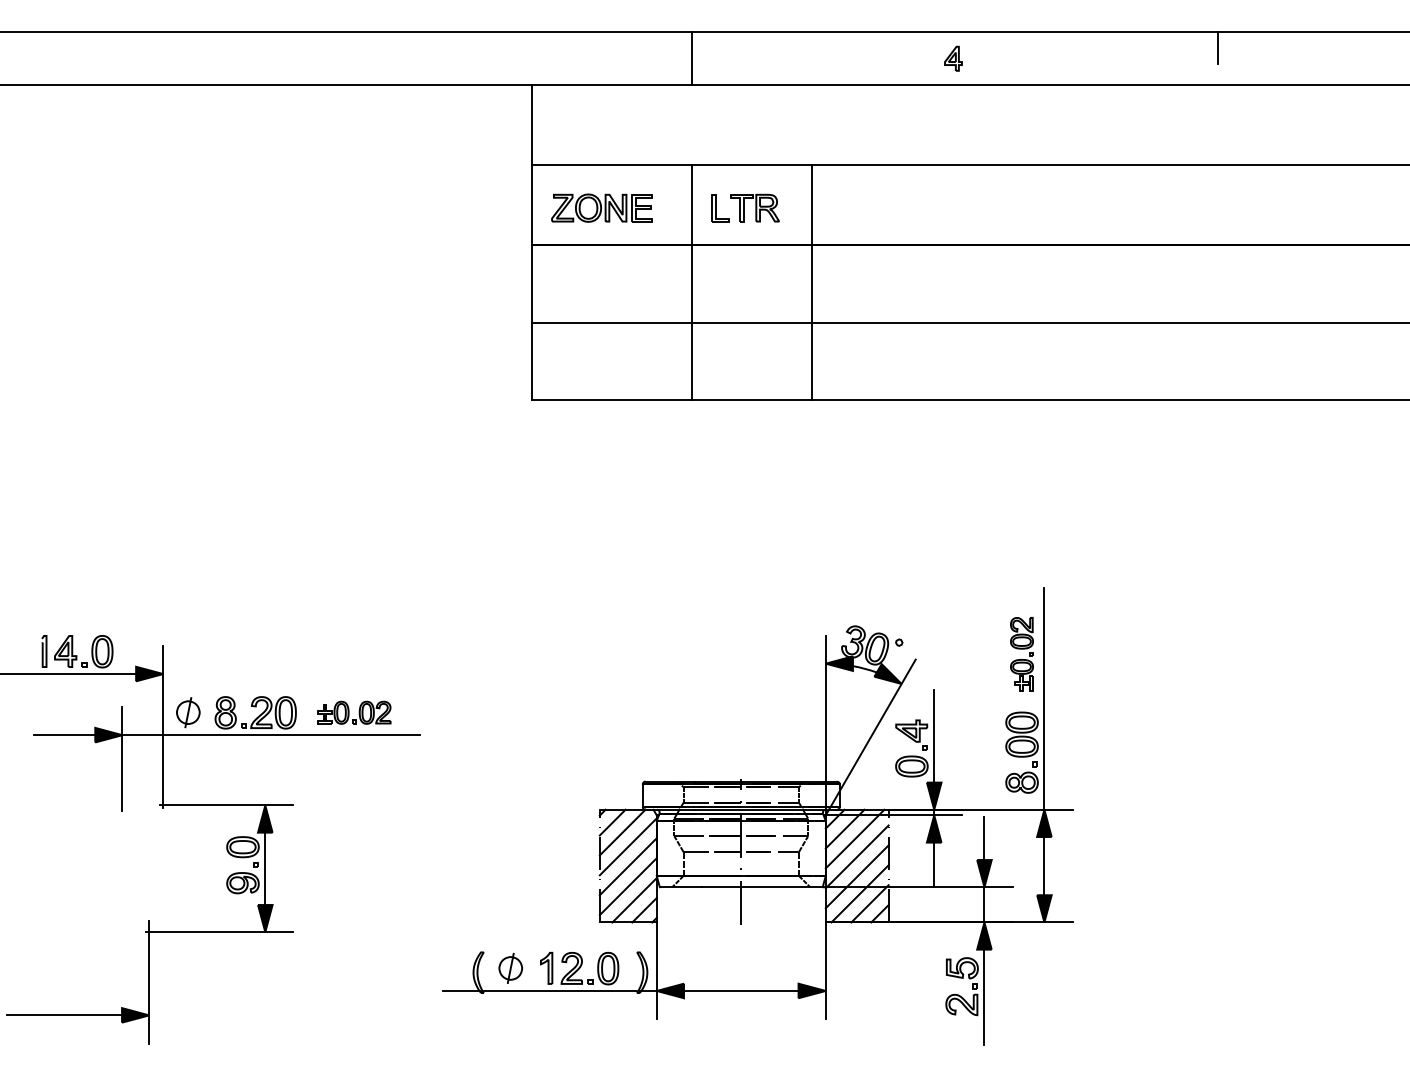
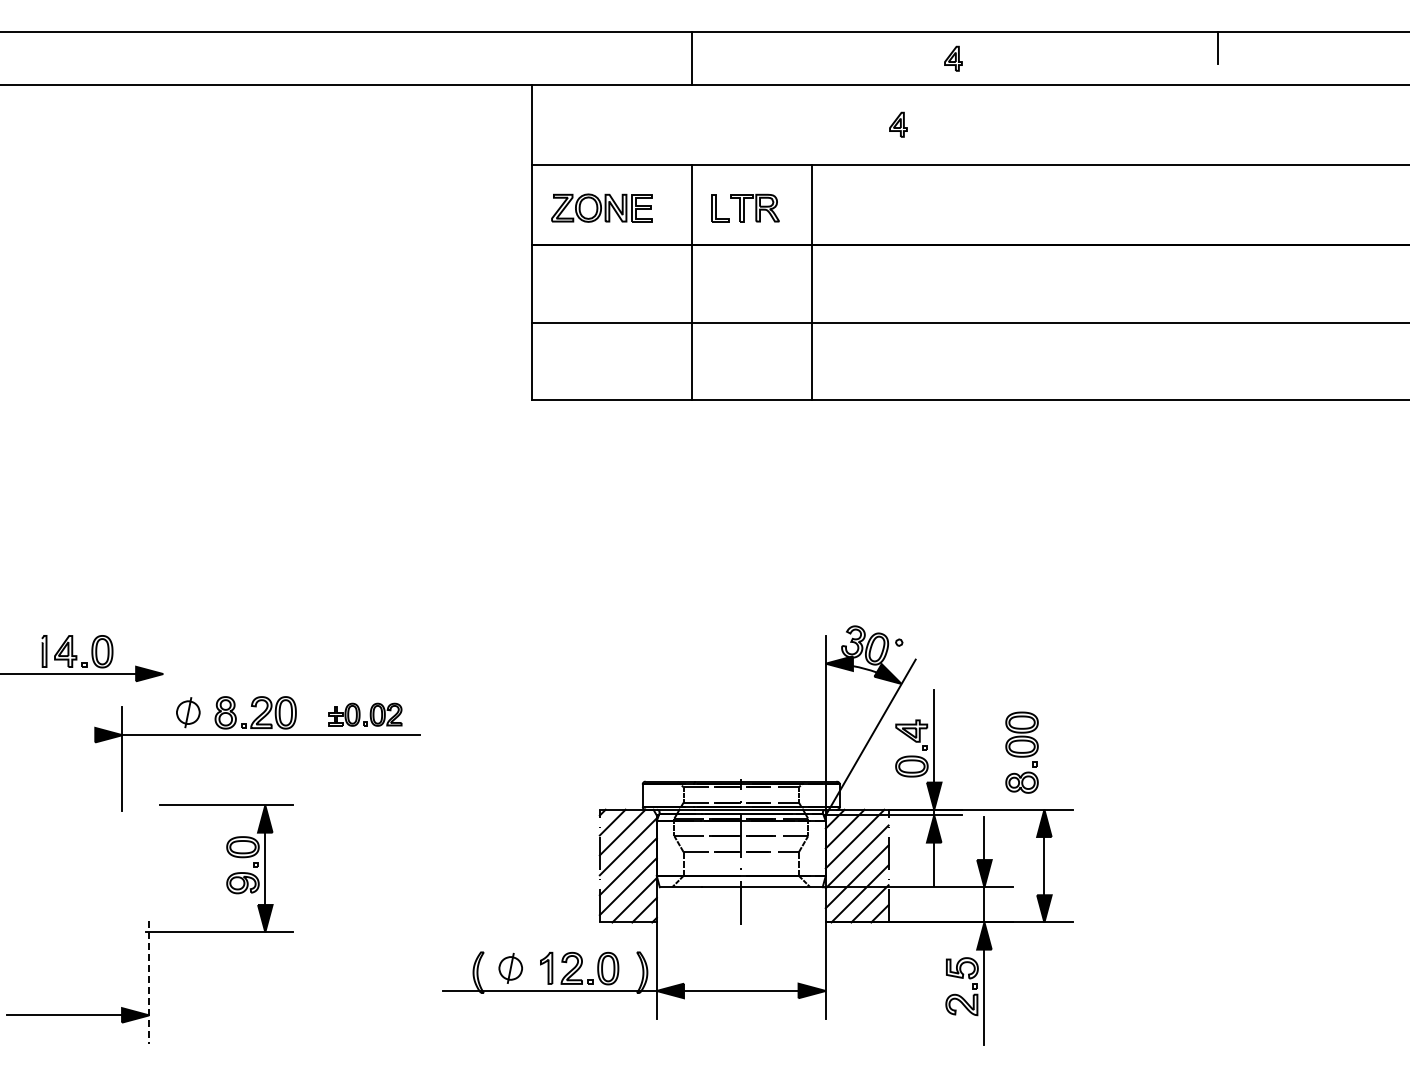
part at (898, 124): none -> present
part at (1021, 654): present -> none
line at (1044, 698): present -> none
part at (354, 712) position: (354, 712) -> (365, 714)
line at (163, 726): present -> none
line at (64, 735): present -> none
line at (149, 982): solid -> dashed
